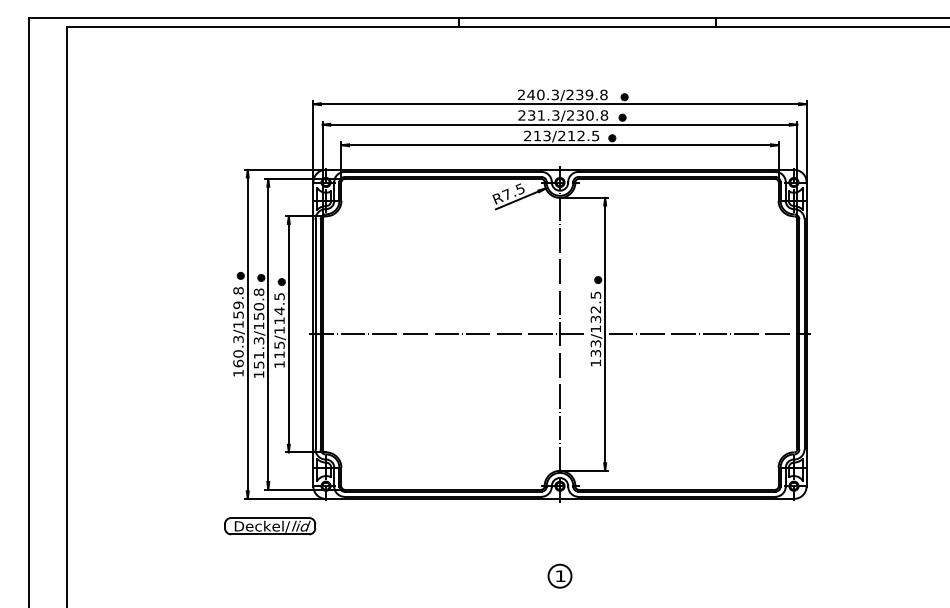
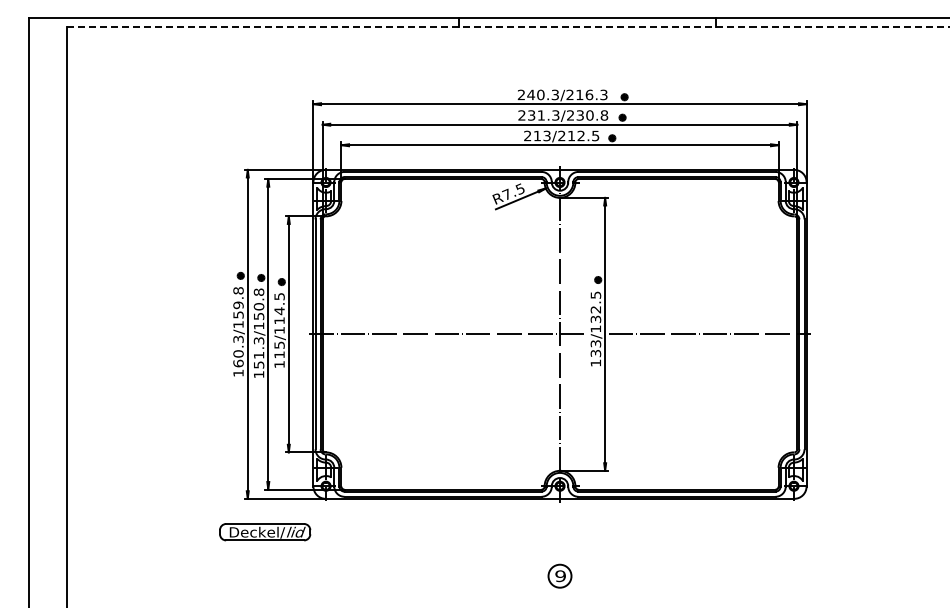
line at (508, 26): solid -> dashed
text at (591, 94): 240.3/239.8 -> 240.3/216.3
part at (270, 526) position: (270, 526) -> (265, 532)
text at (560, 576): 1 -> 9
